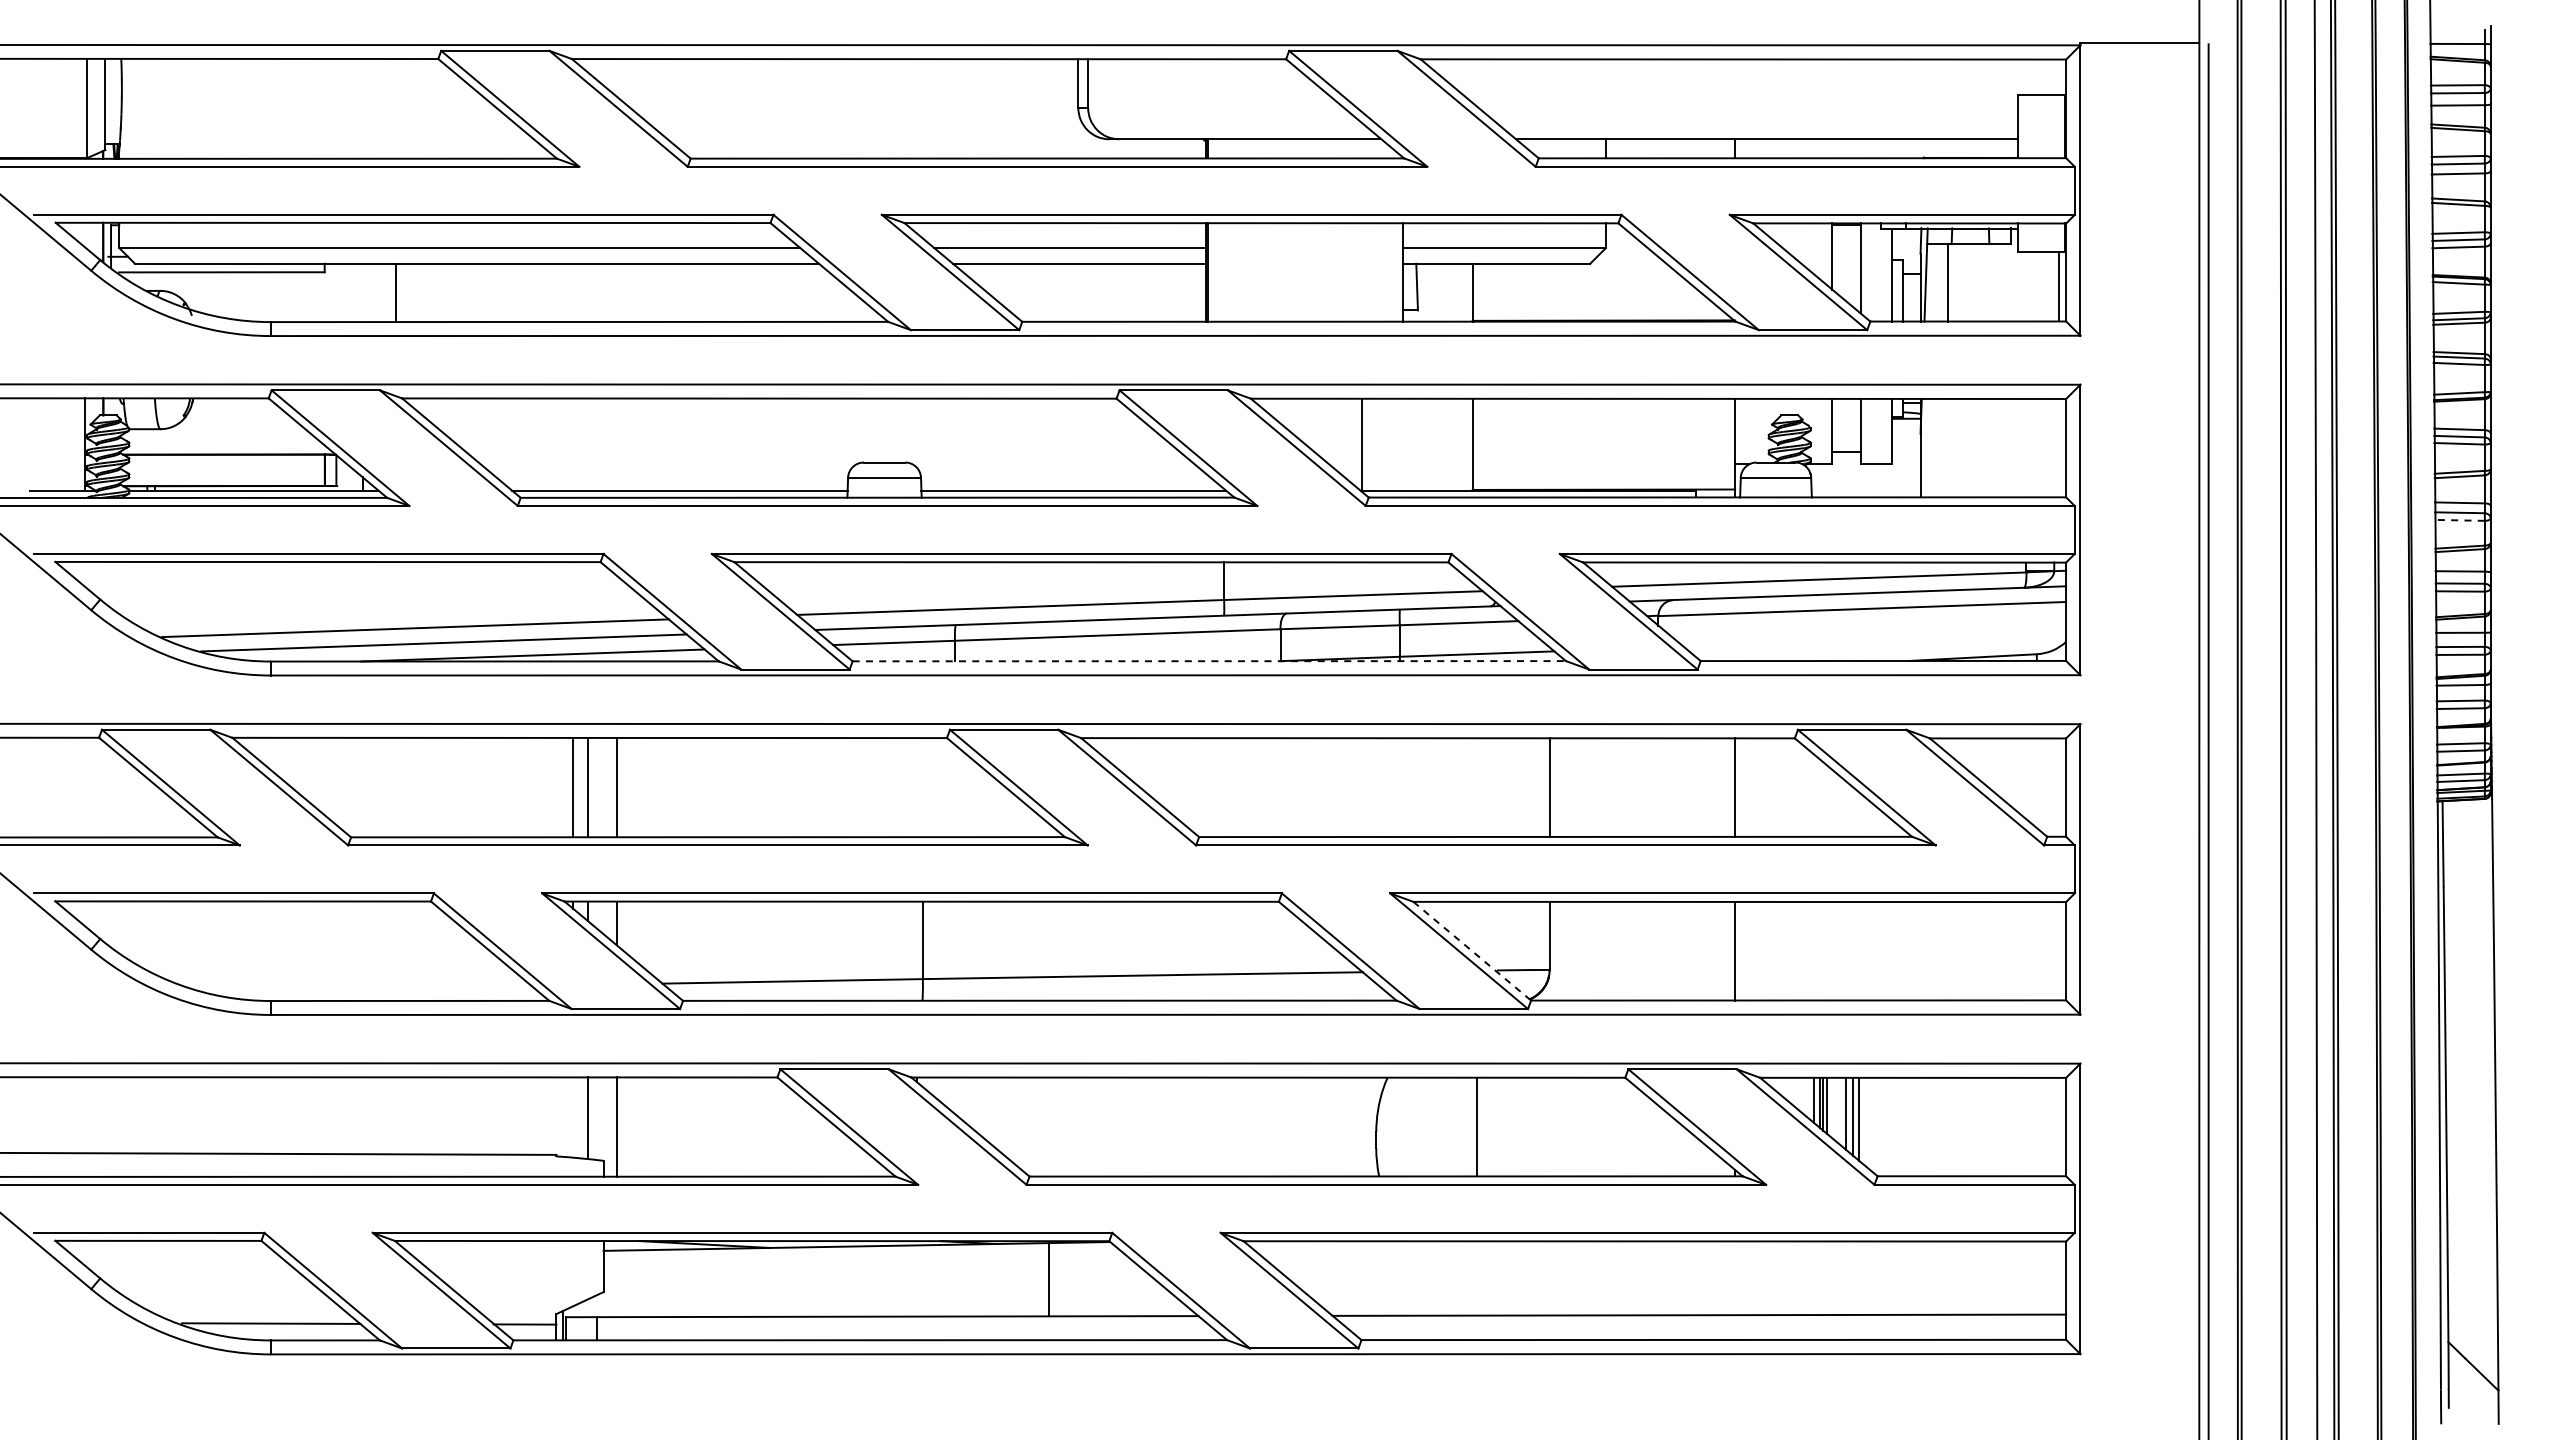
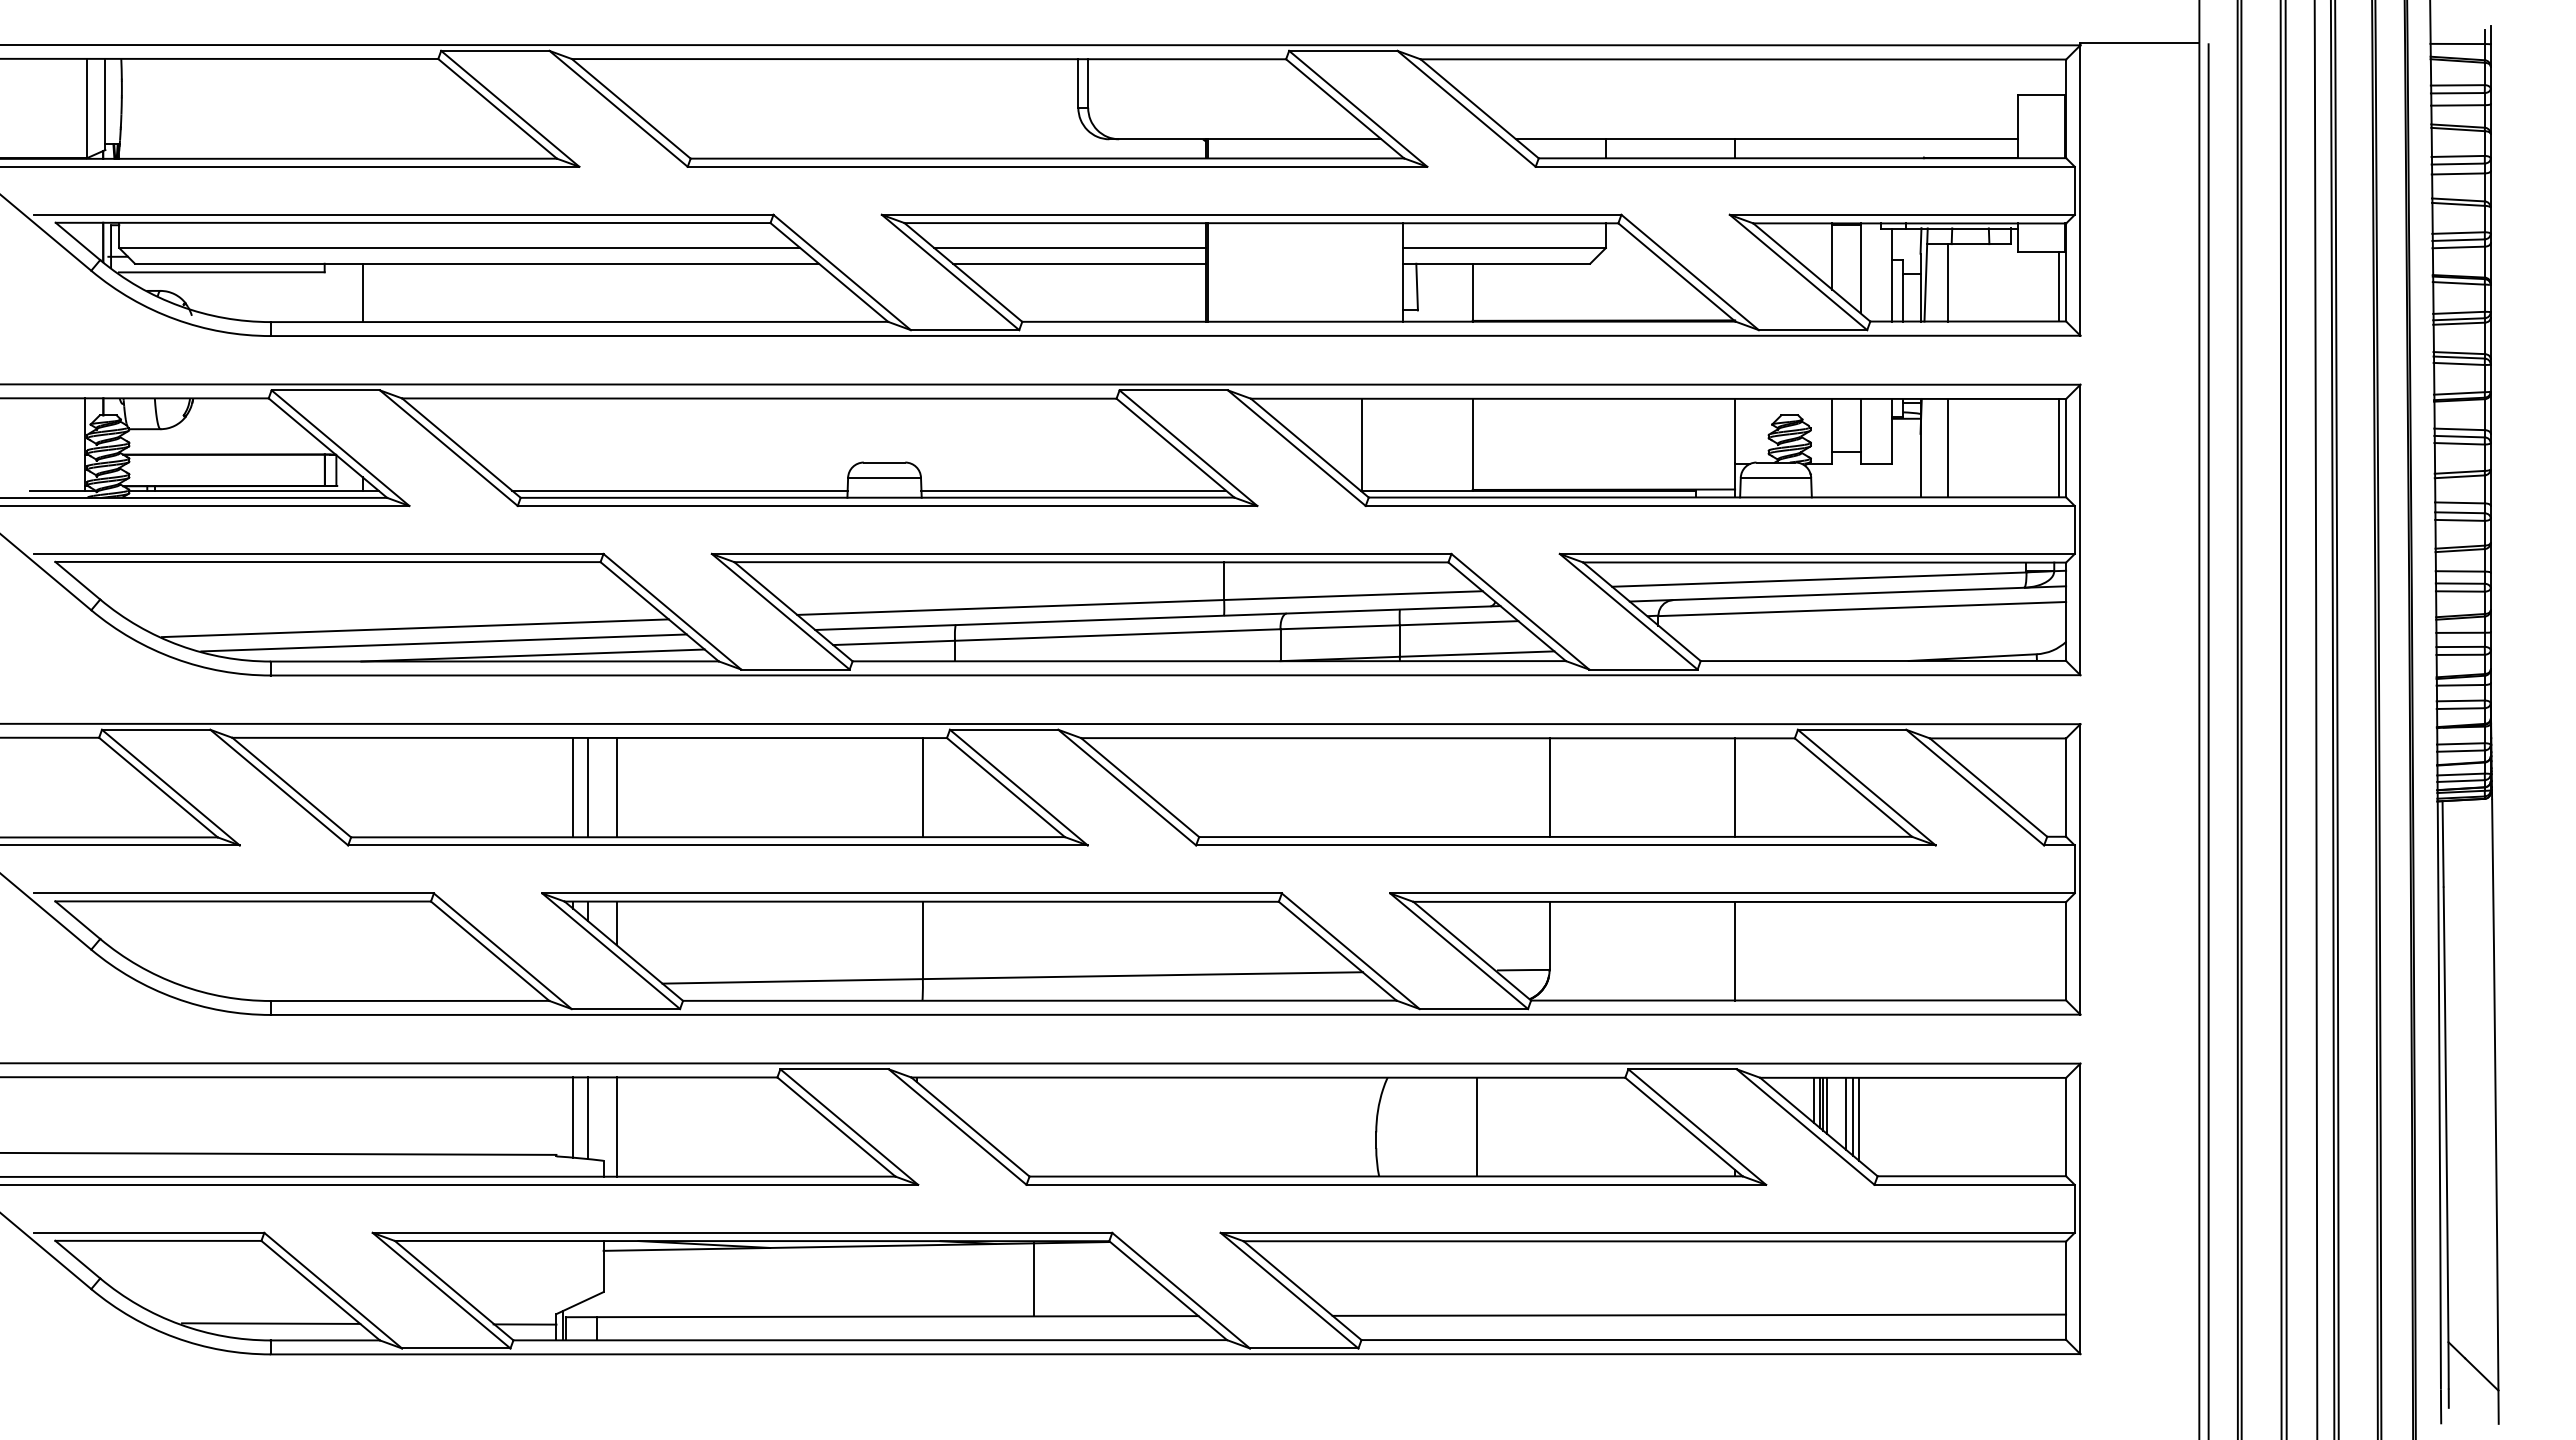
line at (395, 292) position: (395, 292) -> (362, 292)
line at (1948, 447): none -> present
line at (2058, 448): none -> present
line at (2459, 520): dashed -> solid
line at (1209, 661): dashed -> solid
line at (922, 787): none -> present
line at (1472, 951): dashed -> solid
line at (573, 1117): none -> present
line at (1049, 1279) position: (1049, 1279) -> (1034, 1279)
